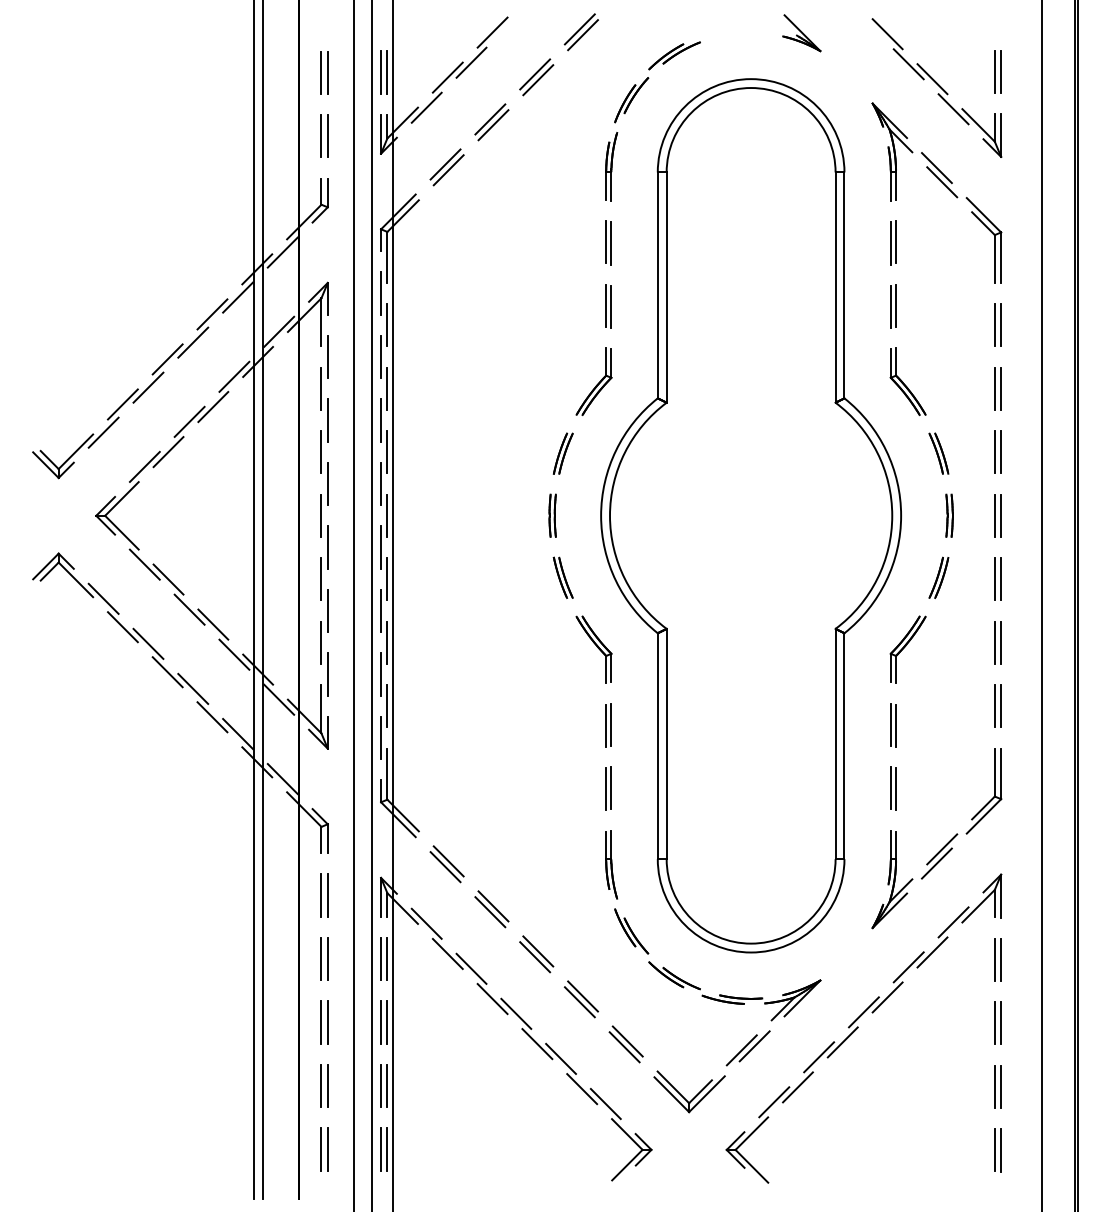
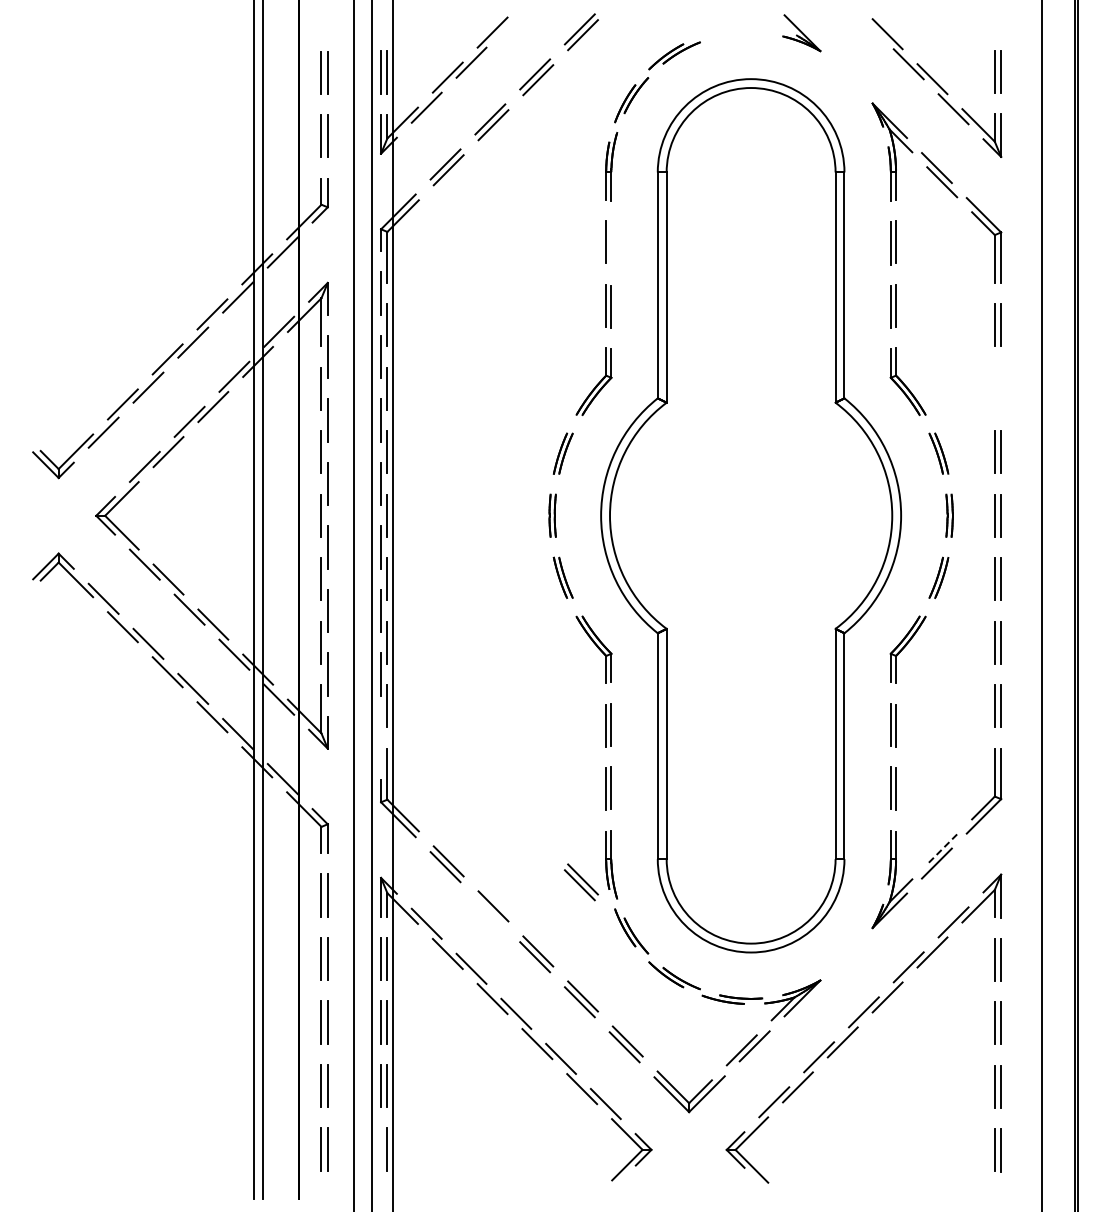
line at (611, 243): present -> none
part at (997, 388): present -> none
line at (381, 737): present -> none
line at (941, 849): solid -> dashed
part at (580, 882): none -> present
line at (490, 912): present -> none
line at (381, 1149): present -> none
